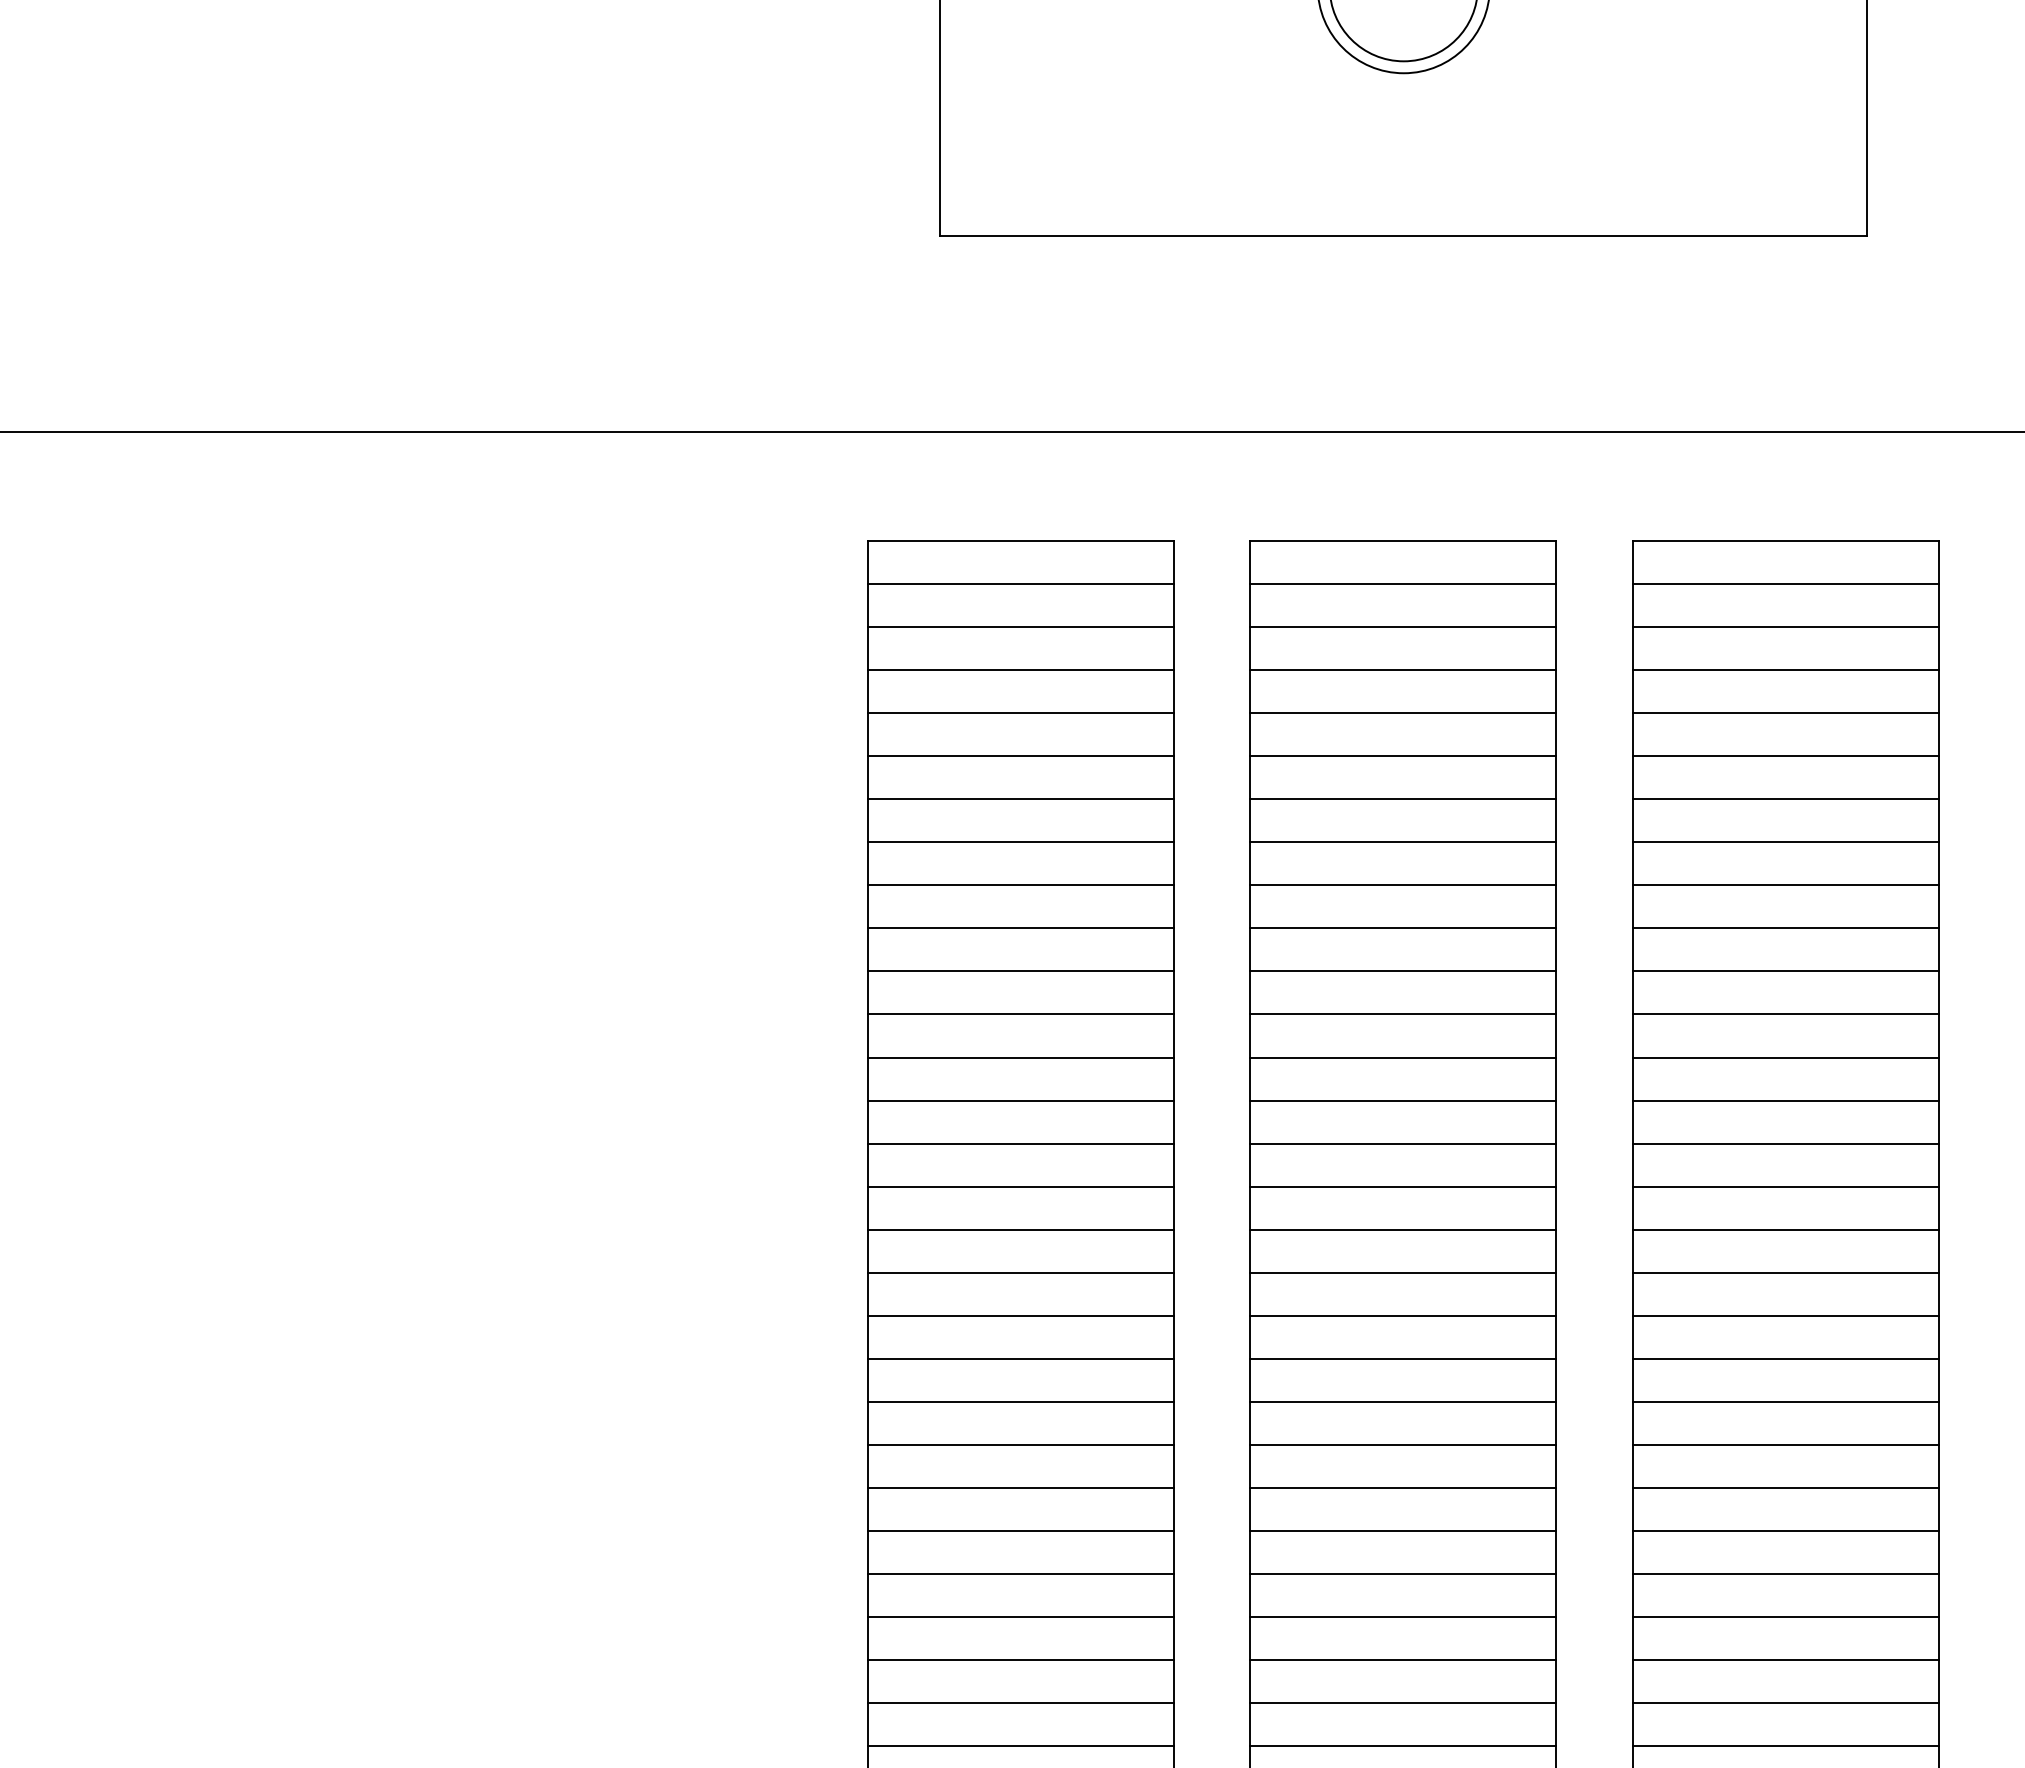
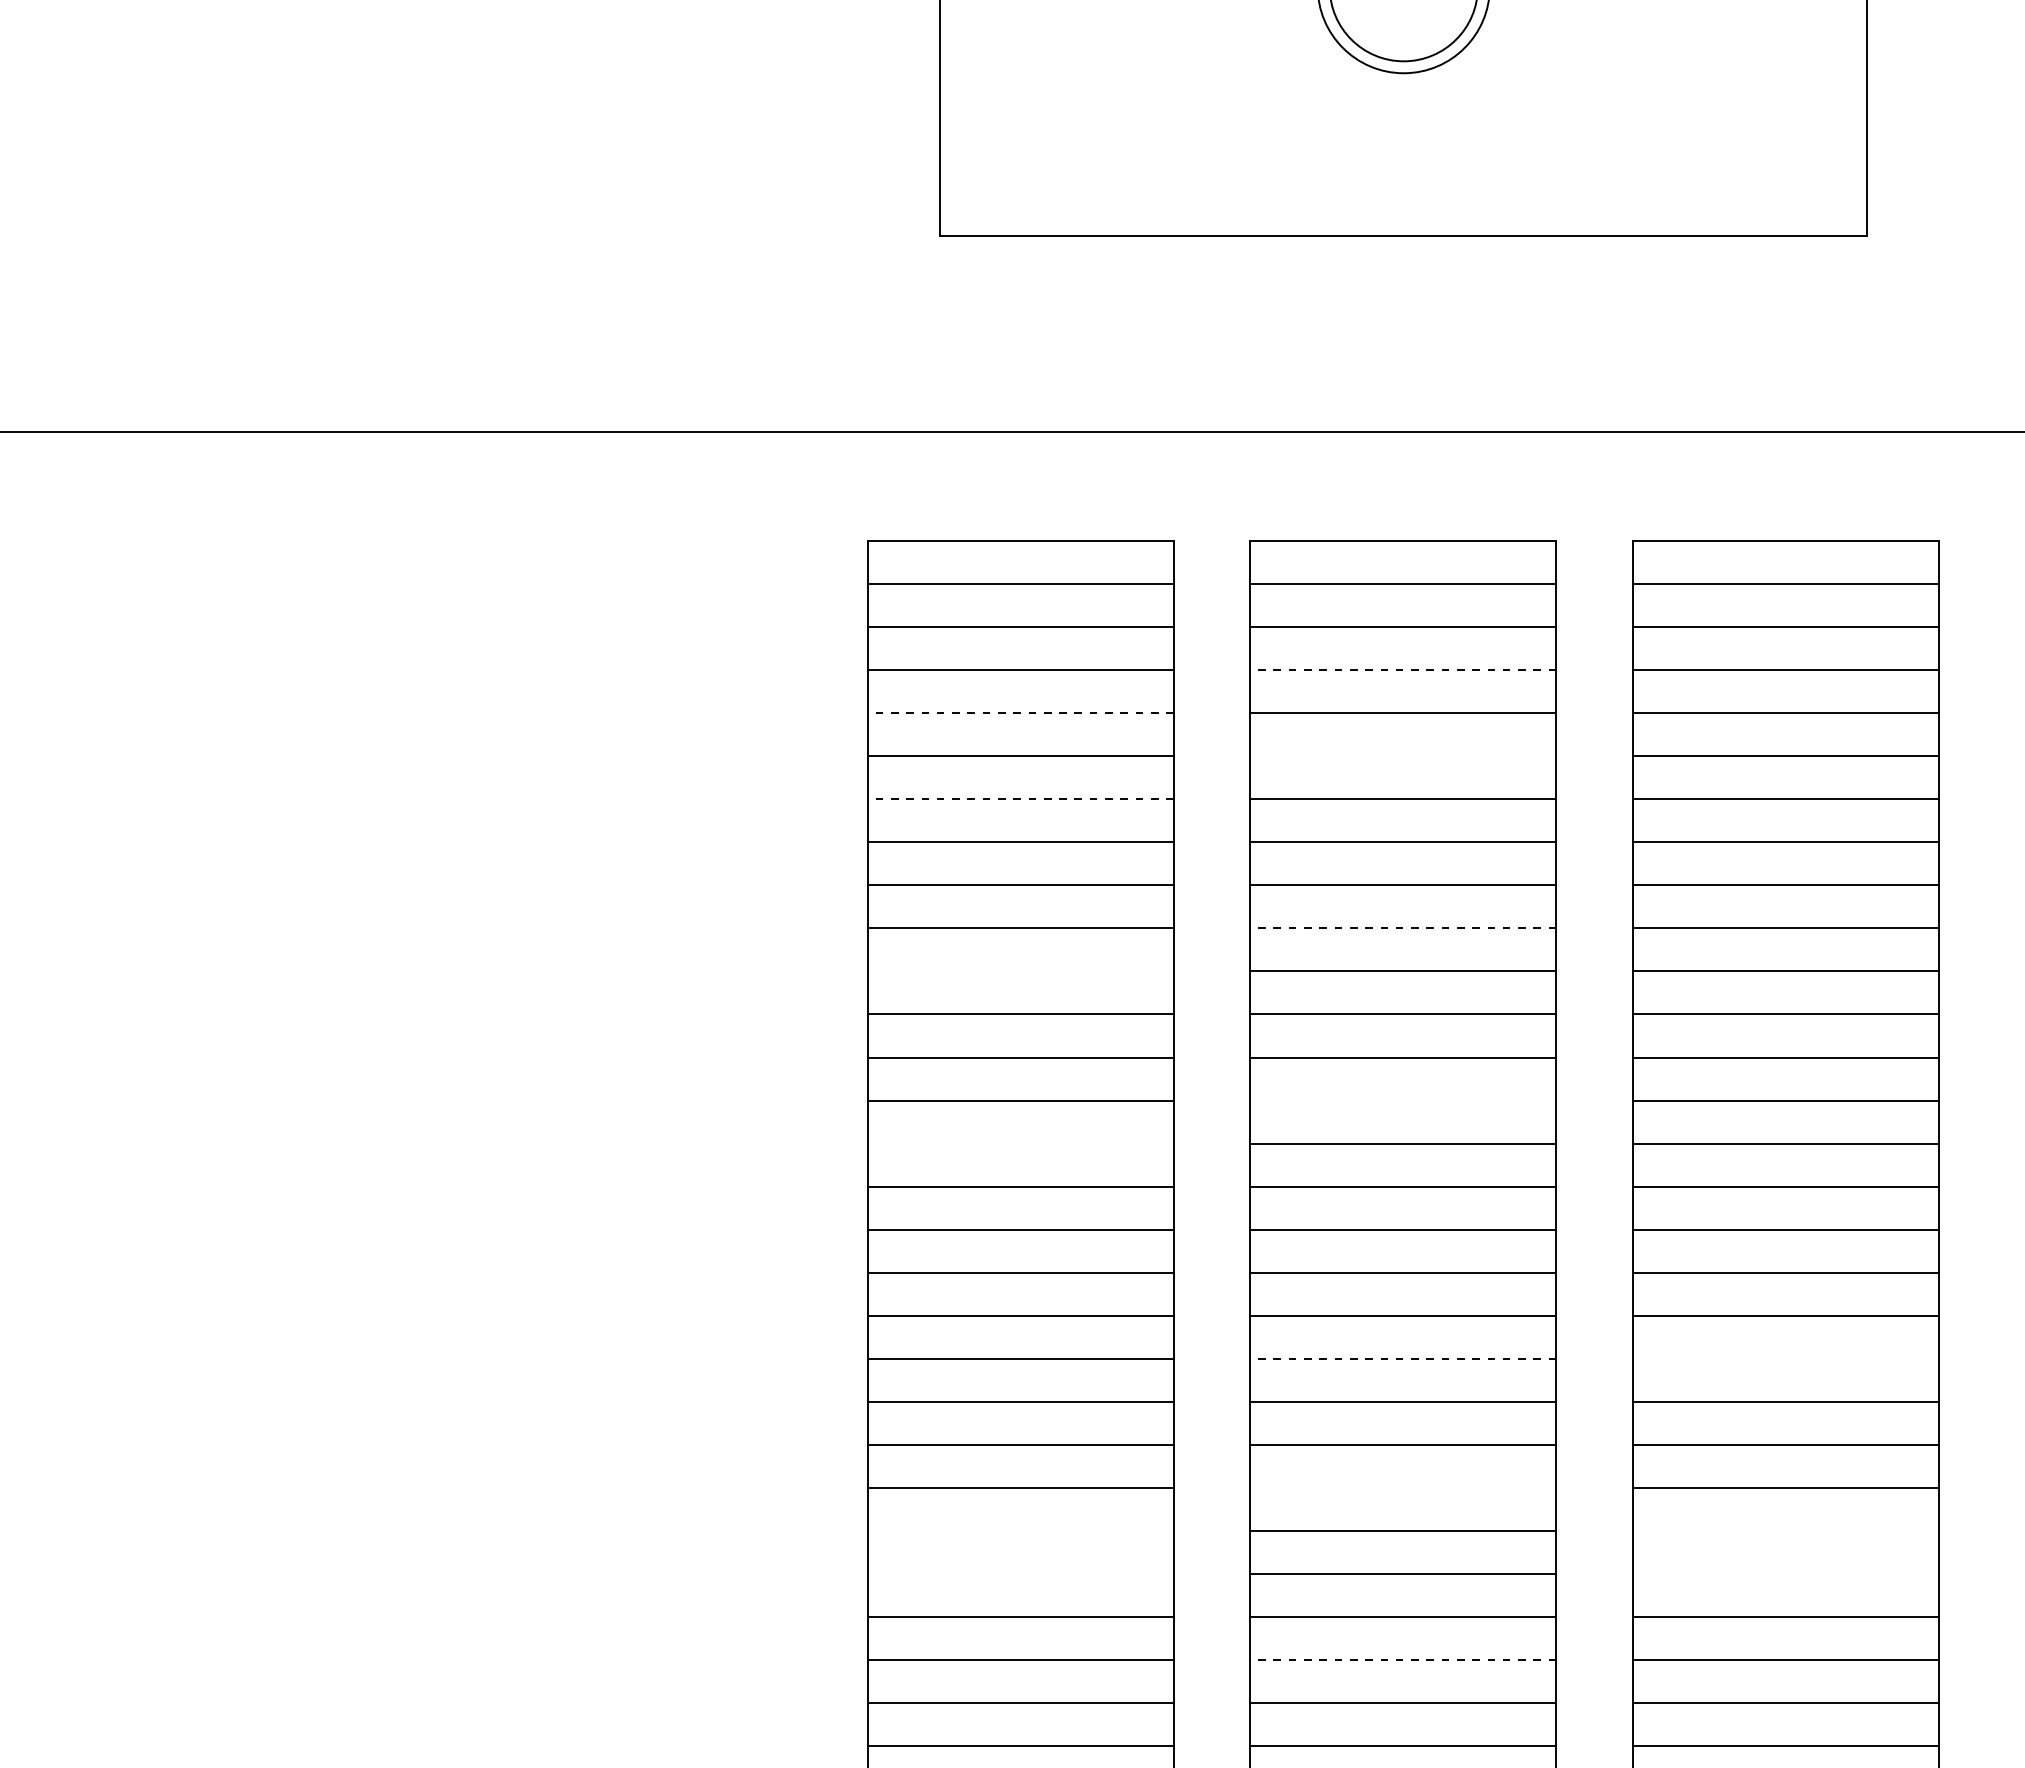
line at (1402, 670): solid -> dashed
line at (1020, 713): solid -> dashed
line at (1403, 756): present -> none
line at (1020, 799): solid -> dashed
line at (1402, 928): solid -> dashed
line at (1020, 971): present -> none
line at (1403, 1100): present -> none
line at (1020, 1143): present -> none
line at (1402, 1358): solid -> dashed
line at (1785, 1358): present -> none
line at (1403, 1487): present -> none
line at (1020, 1530): present -> none
line at (1785, 1530): present -> none
line at (1020, 1573): present -> none
line at (1785, 1573): present -> none
line at (1402, 1660): solid -> dashed
